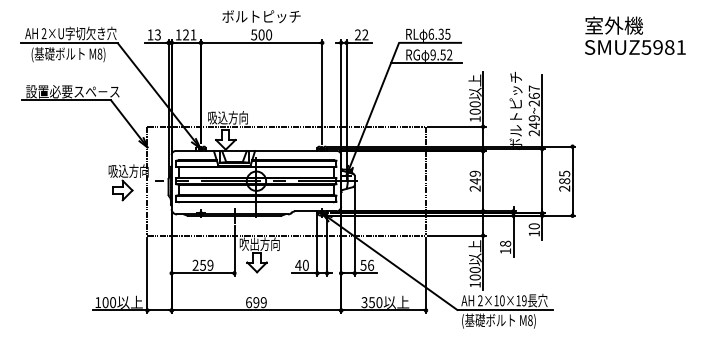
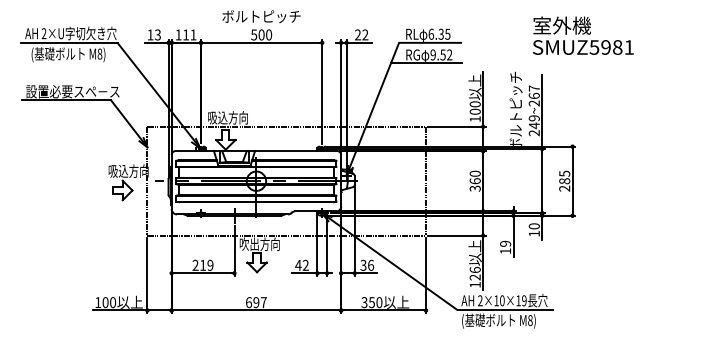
text at (186, 34): 121 -> 111
text at (635, 35) position: (635, 35) -> (583, 35)
text at (474, 180): 249 -> 360
text at (505, 243): 18 -> 19
text at (363, 264): 56 -> 36
text at (202, 265): 259 -> 219
text at (305, 265): 40 -> 42
text at (474, 273): 100 -> 126
text at (263, 302): 699 -> 697
